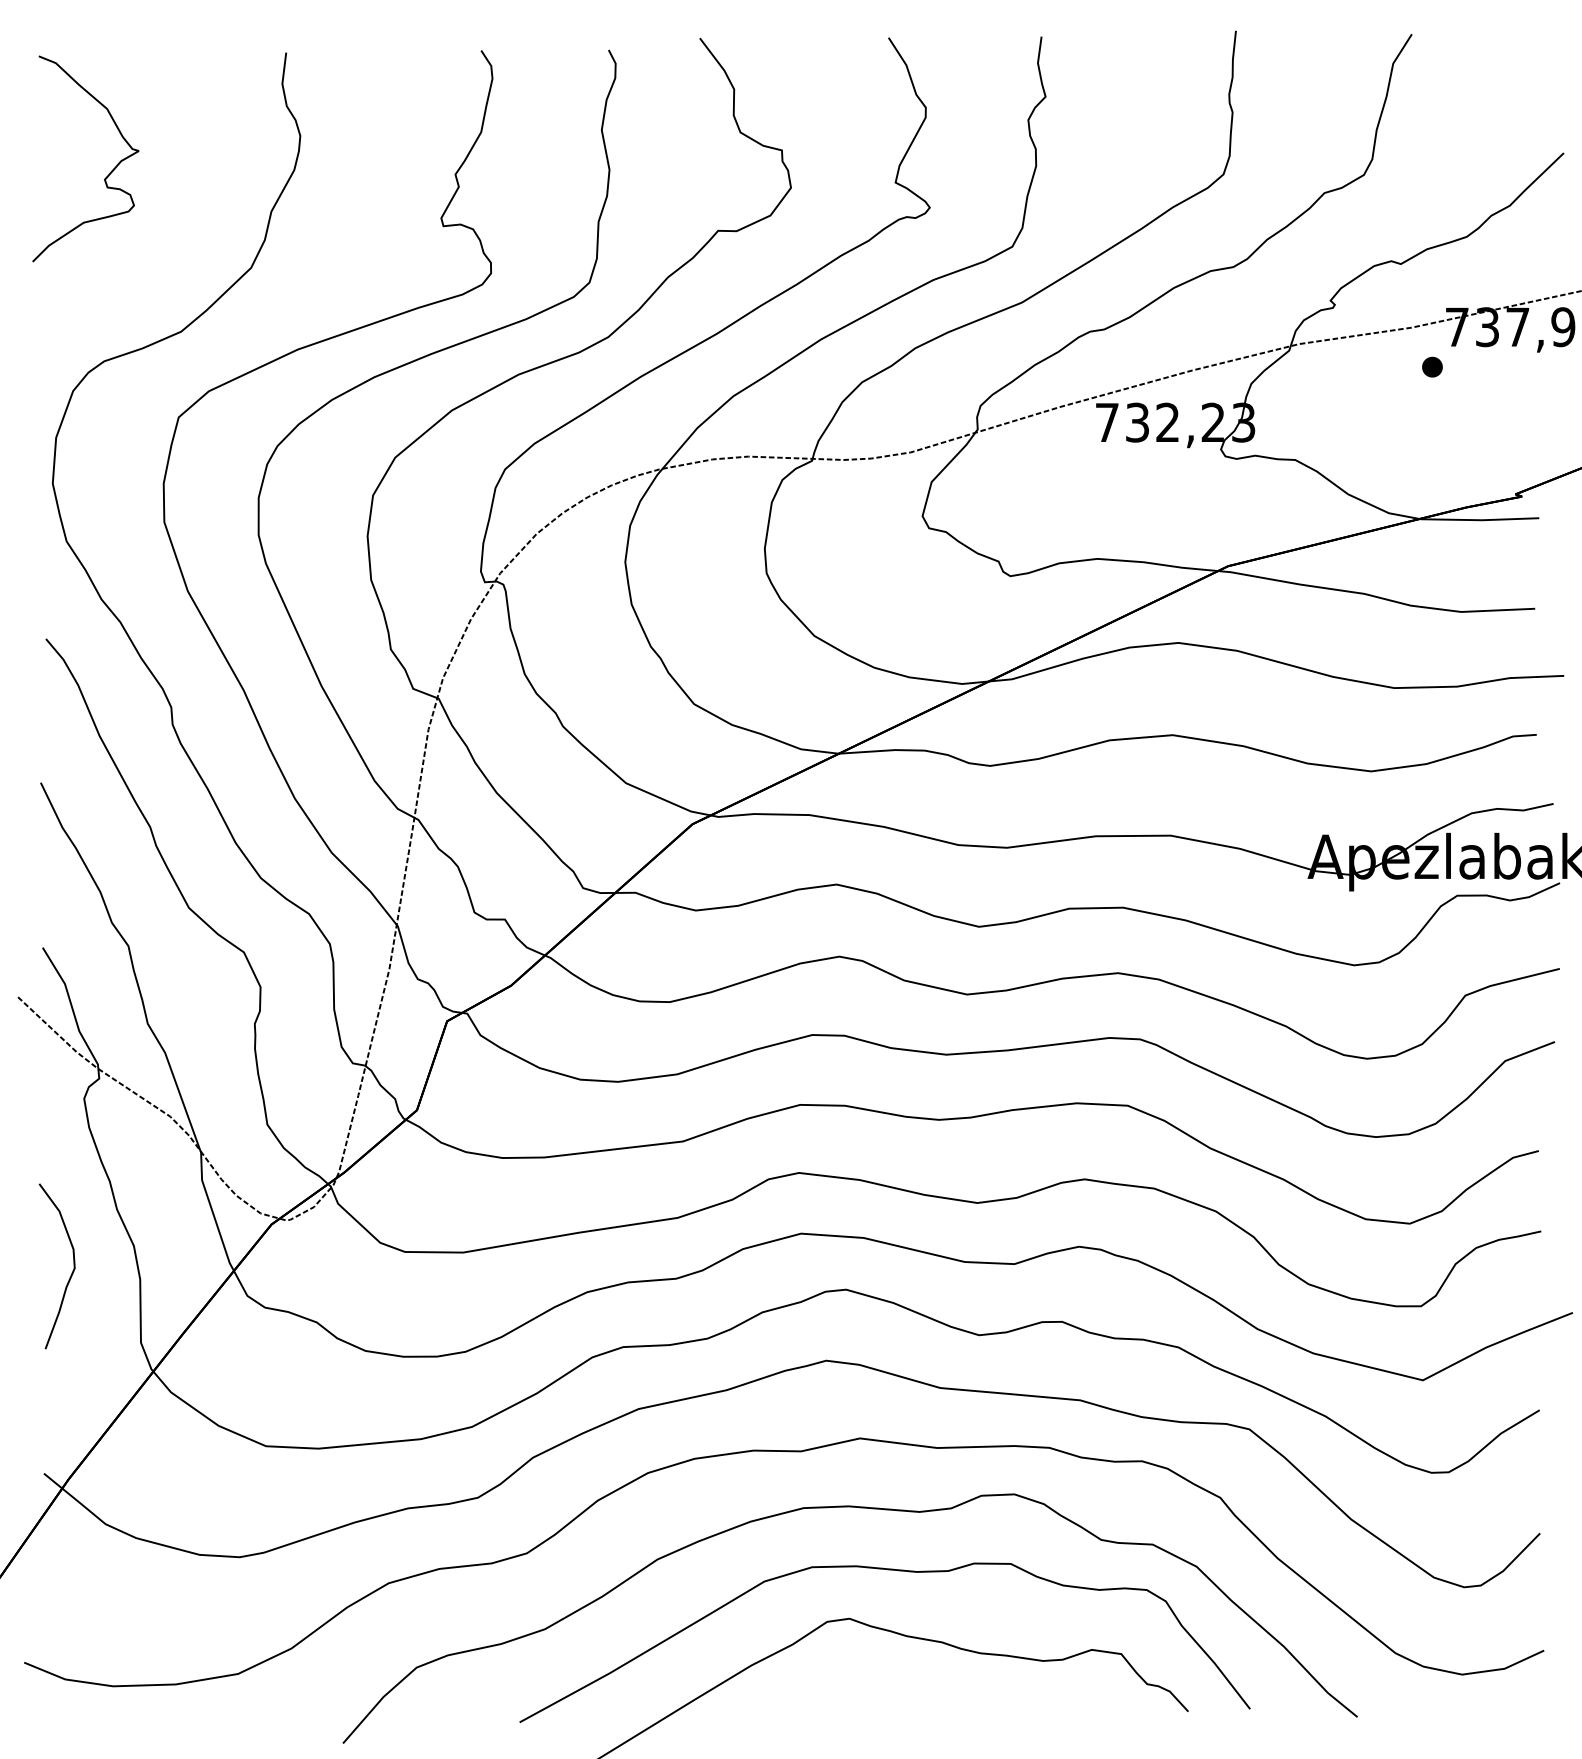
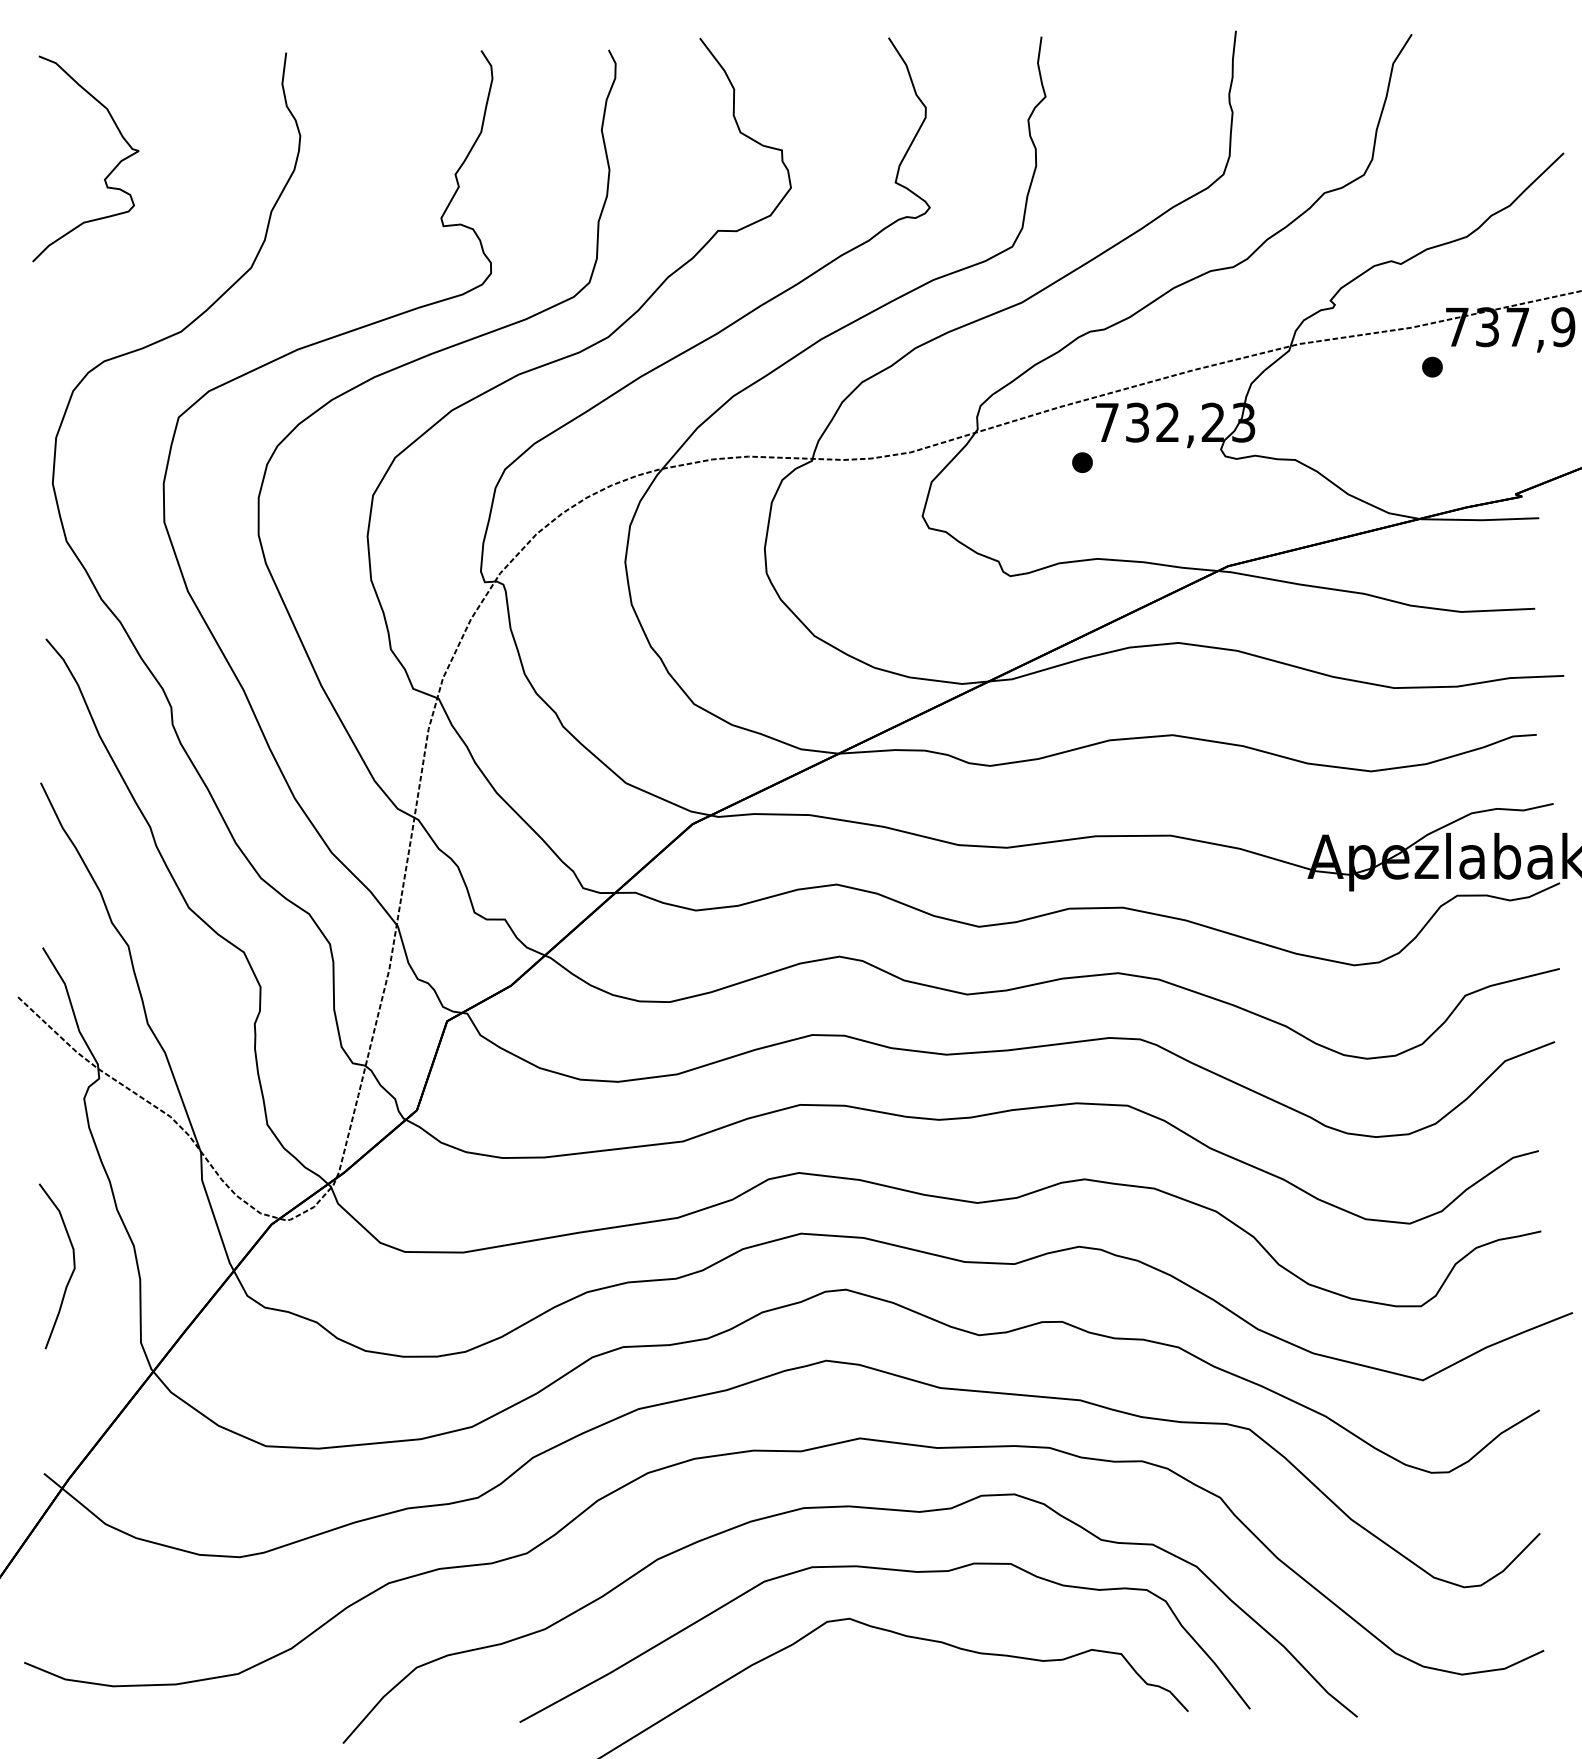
part at (1082, 462): none -> present
